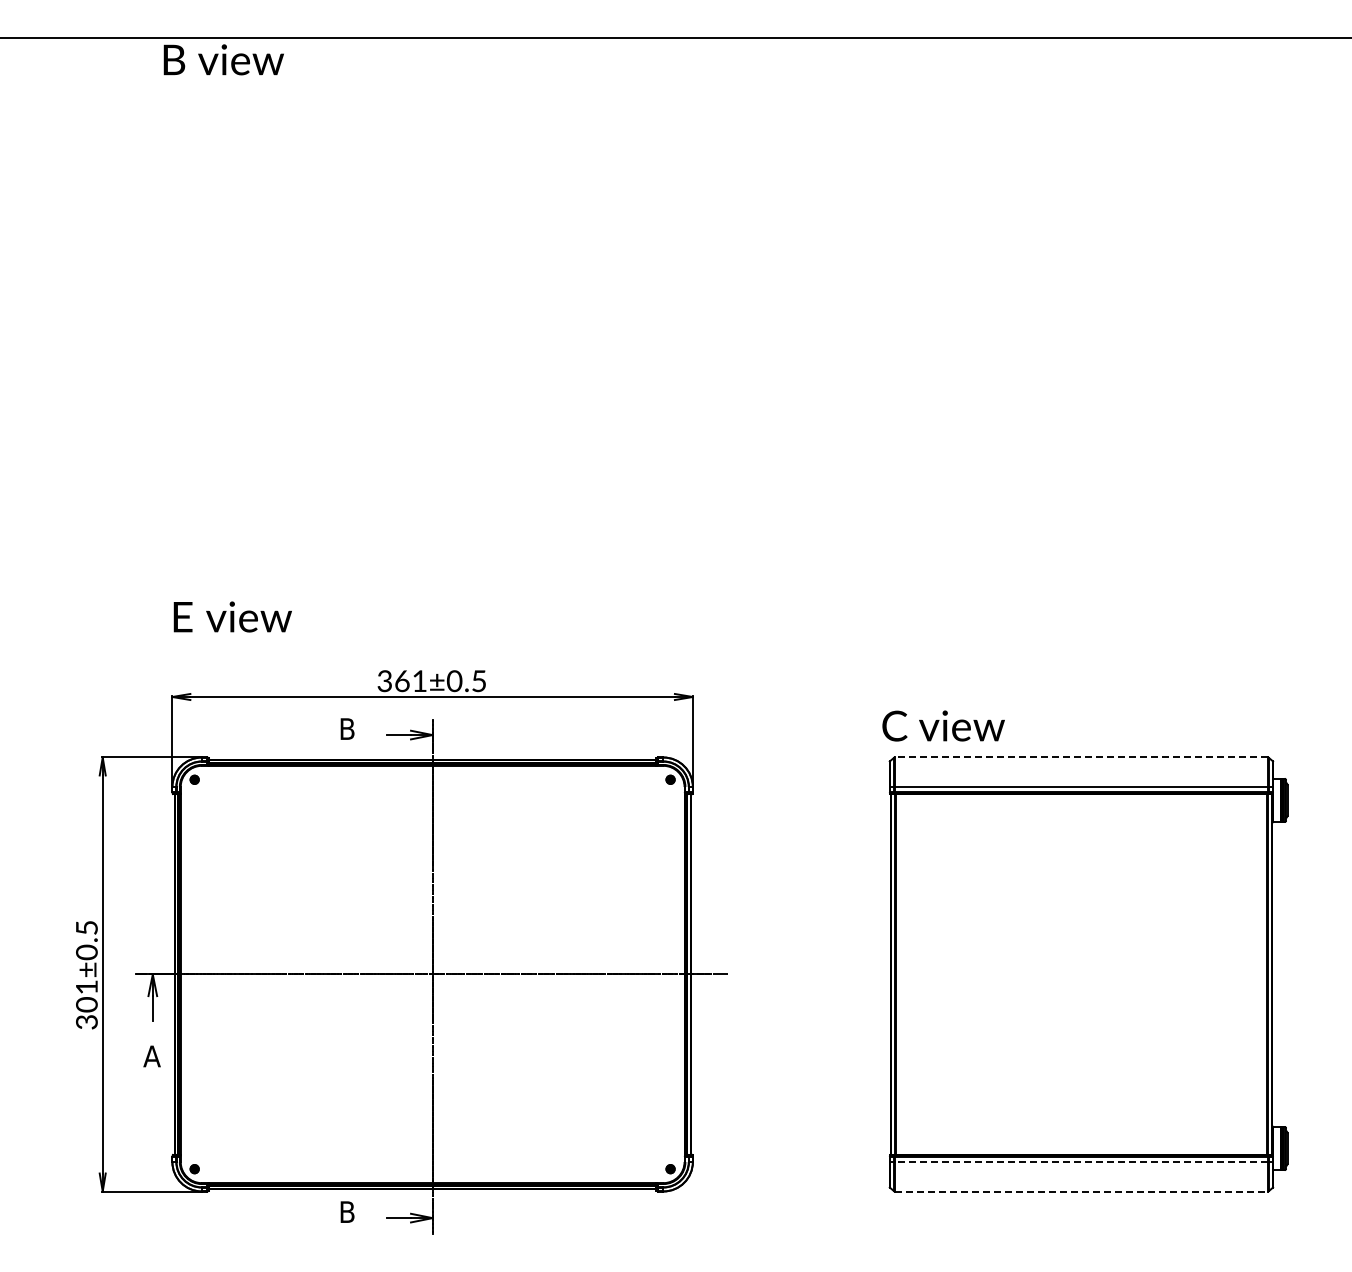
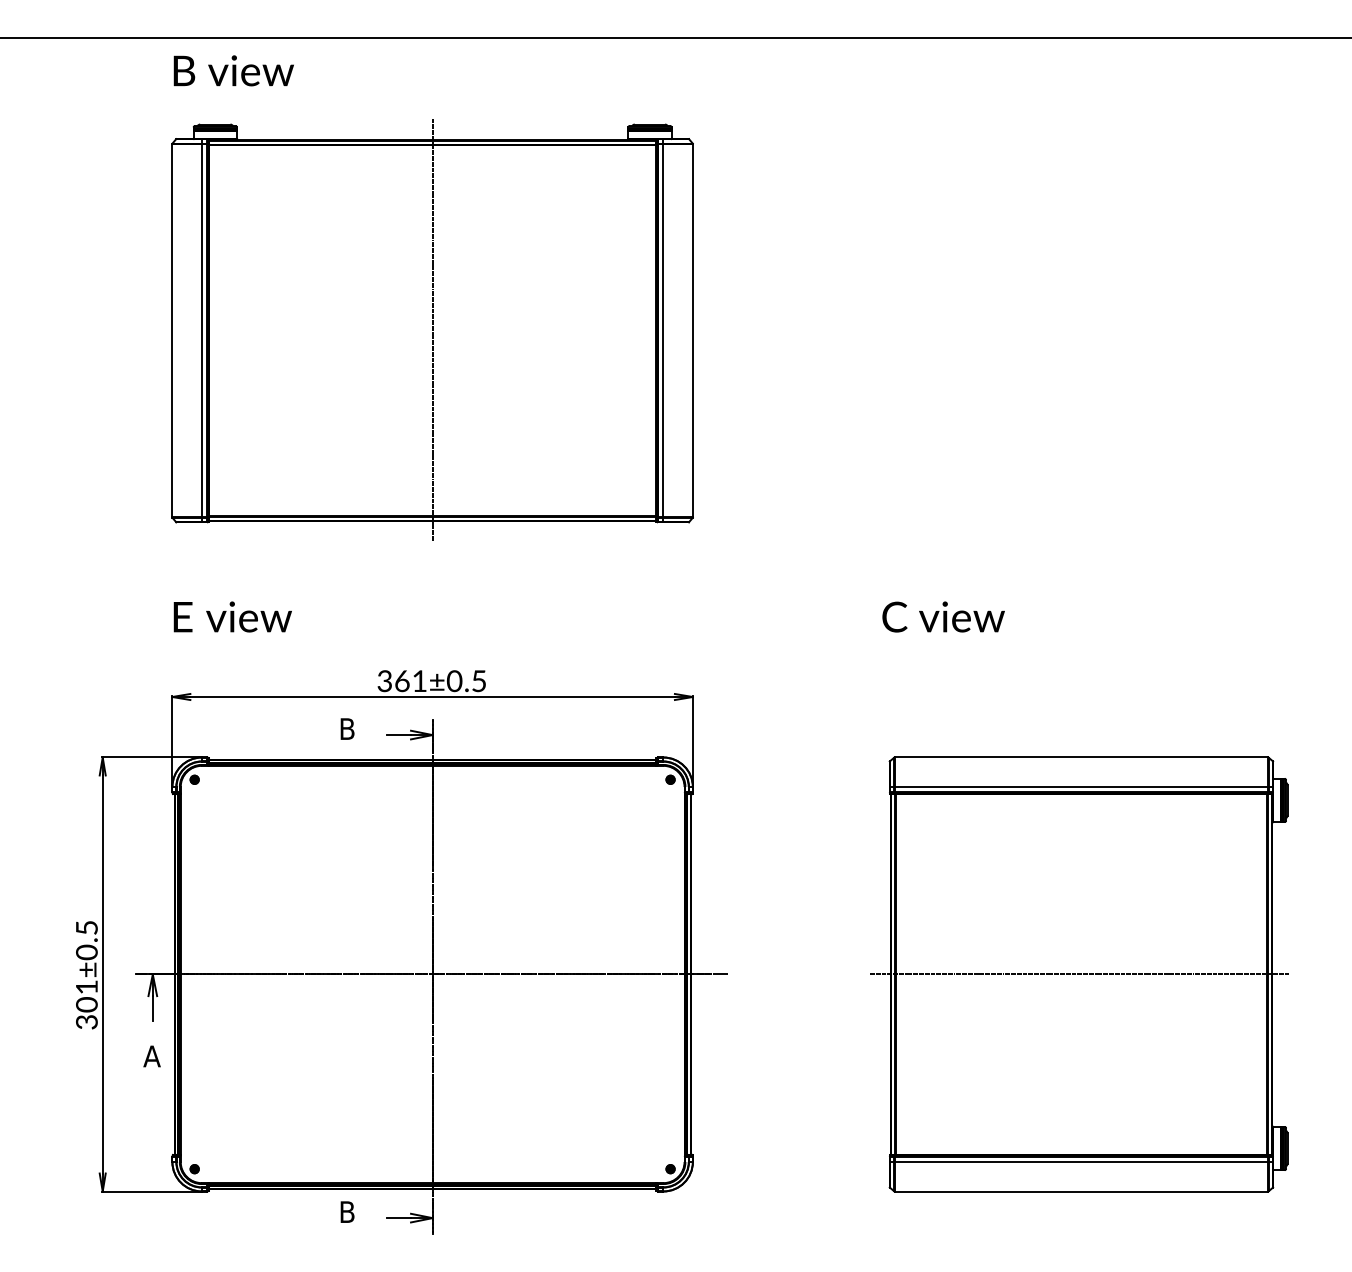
text at (223, 59) position: (223, 59) -> (233, 70)
part at (432, 329): none -> present
text at (943, 725) position: (943, 725) -> (943, 616)
line at (1081, 757): dashed -> solid
line at (1078, 974): none -> present
line at (1081, 1161): dashed -> solid
line at (1081, 1191): dashed -> solid
